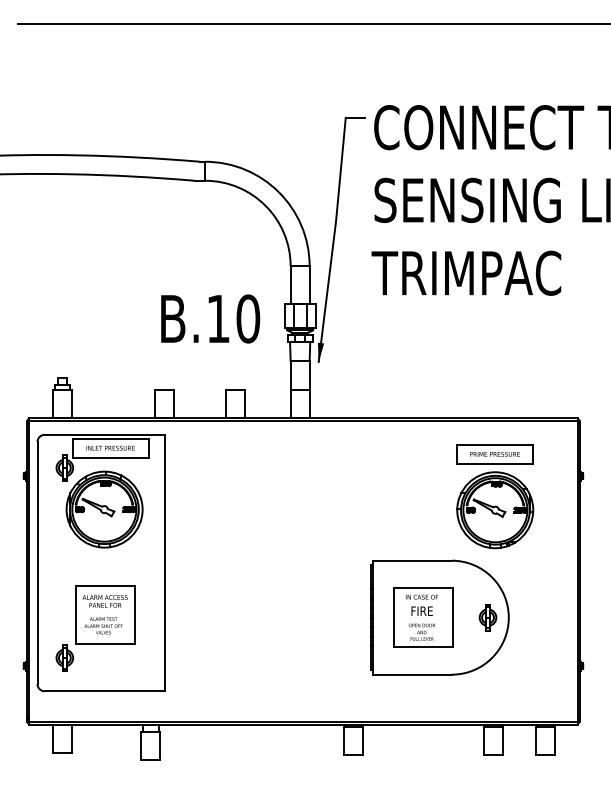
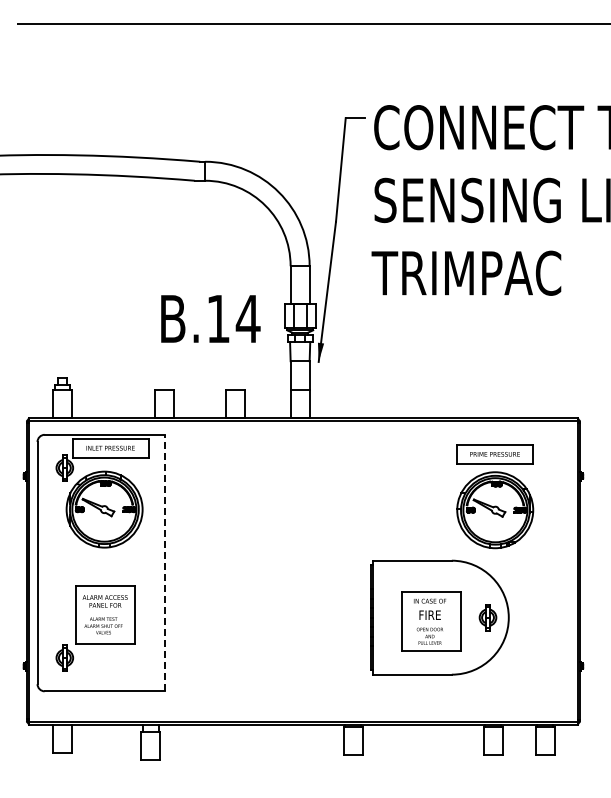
text at (247, 318): B.10 -> B.14
line at (164, 562): solid -> dashed
part at (423, 617) position: (423, 617) -> (431, 621)
